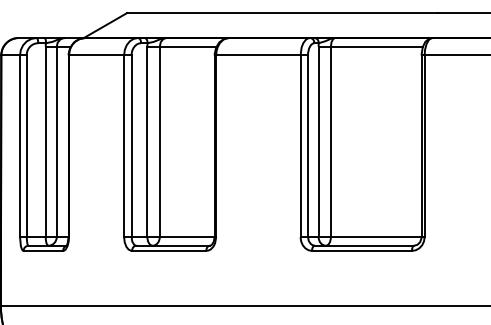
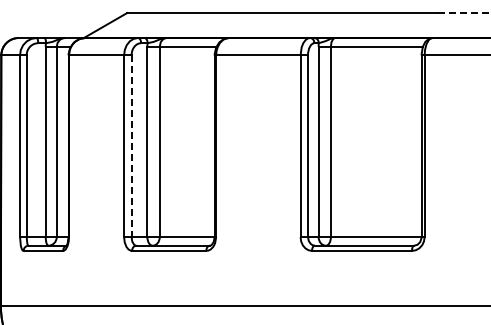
line at (464, 13): solid -> dashed
line at (131, 146): solid -> dashed
